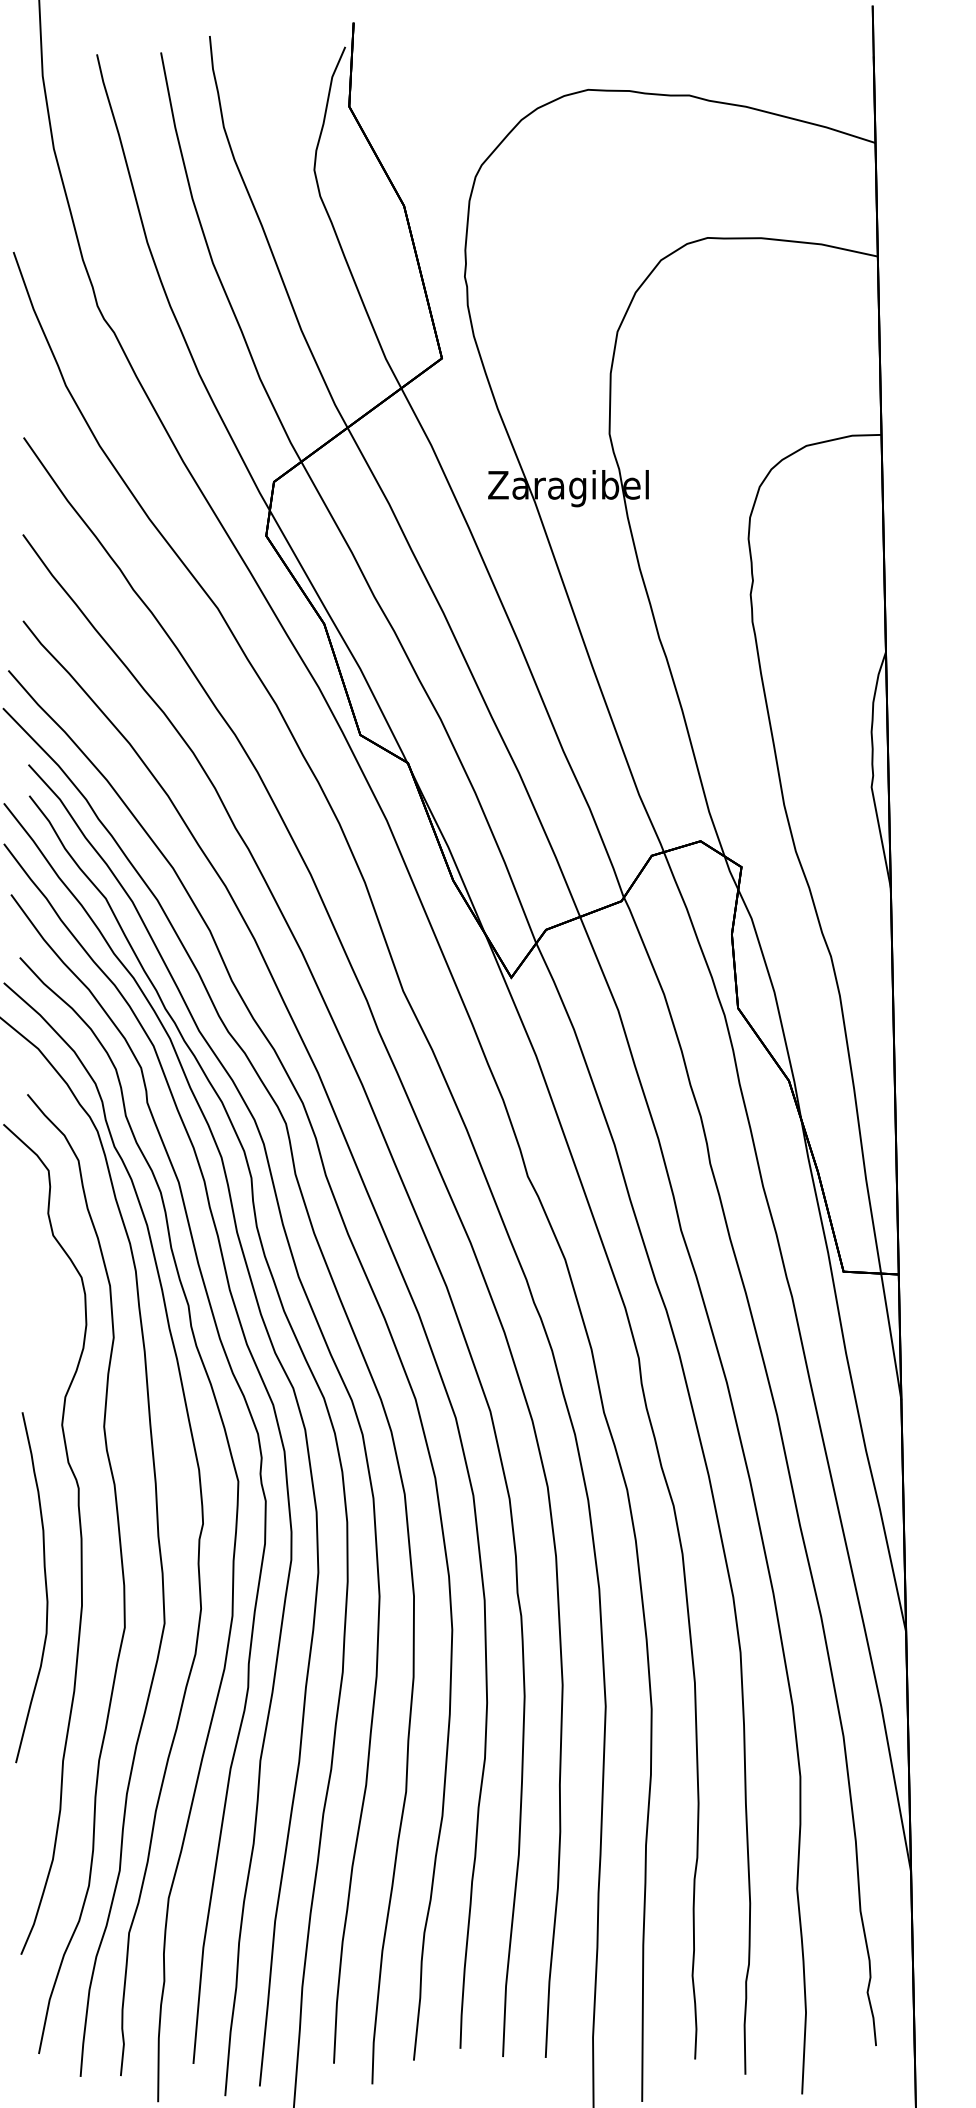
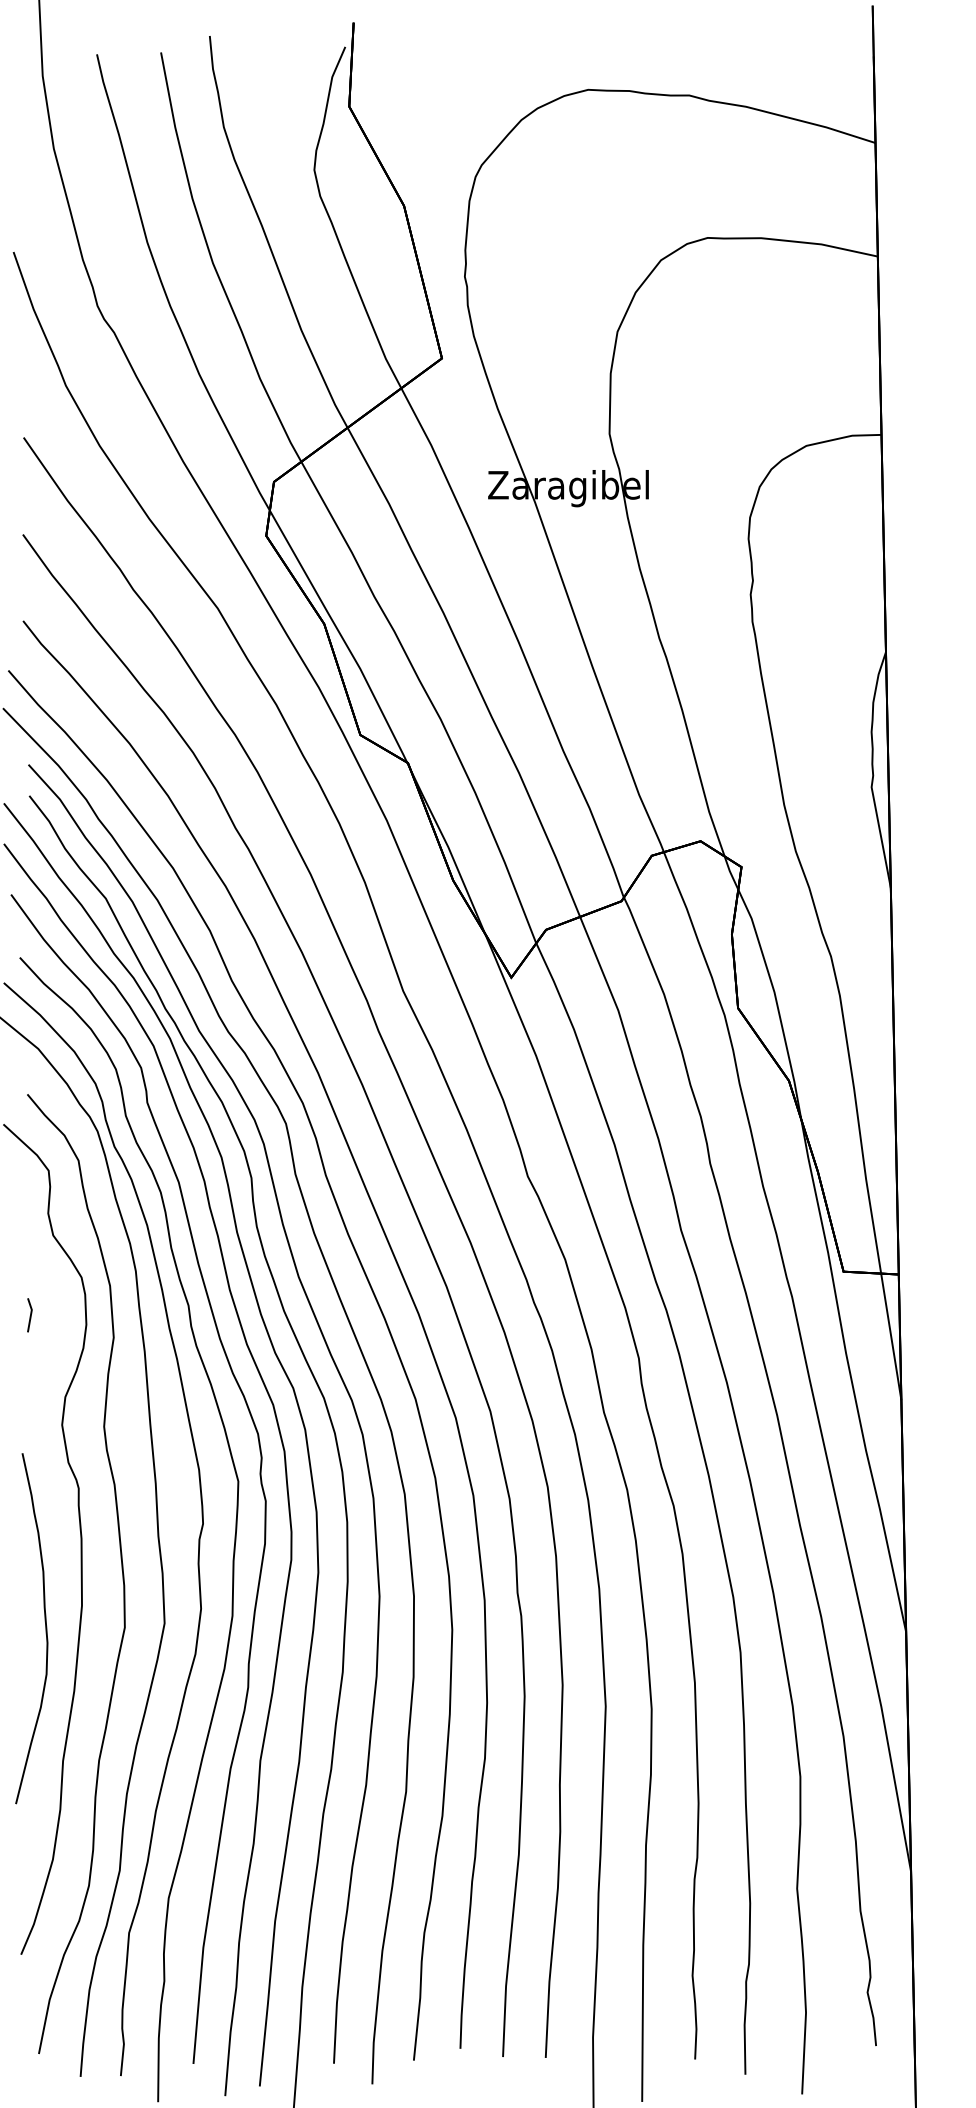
line at (30, 1315): none -> present
curve at (45, 1587) position: (45, 1587) -> (45, 1628)
